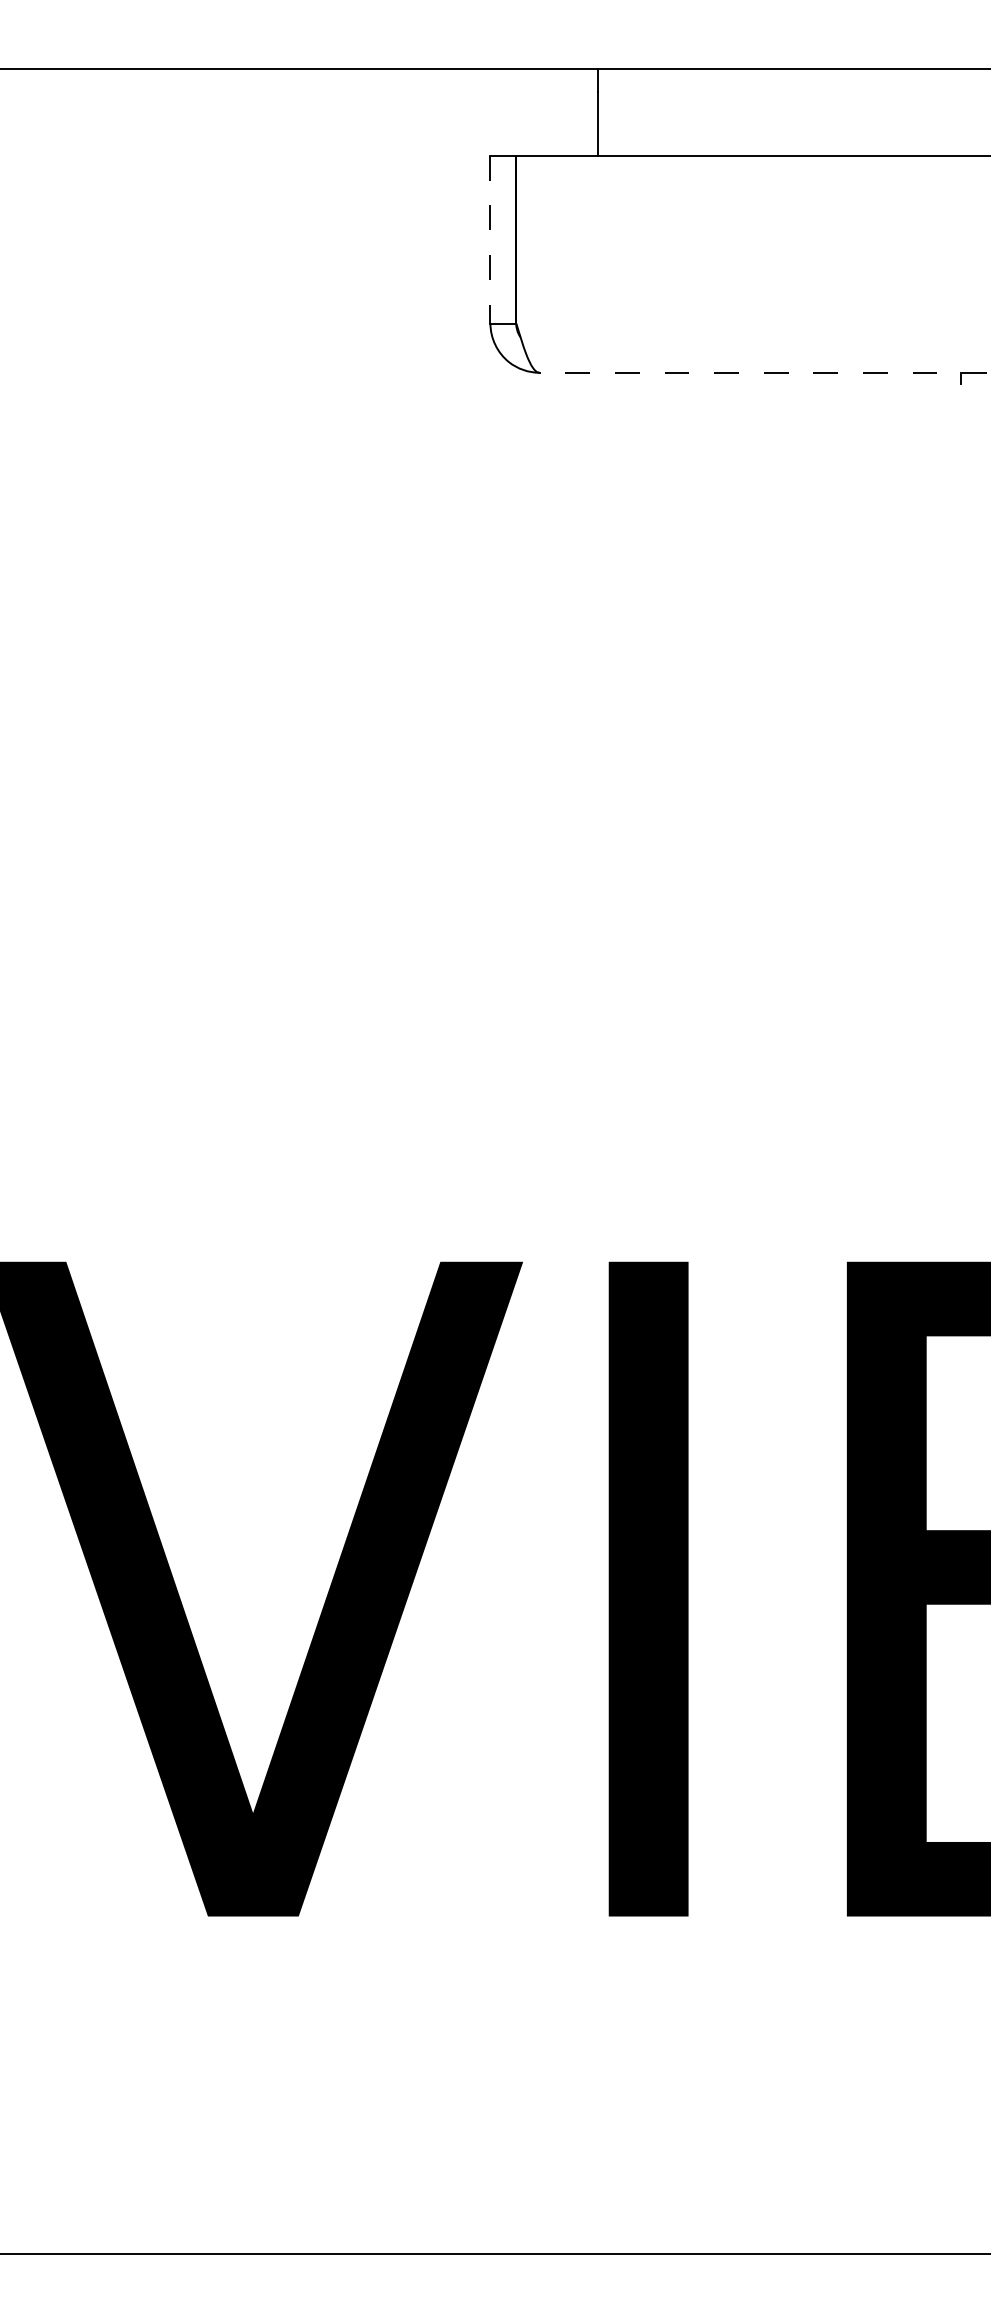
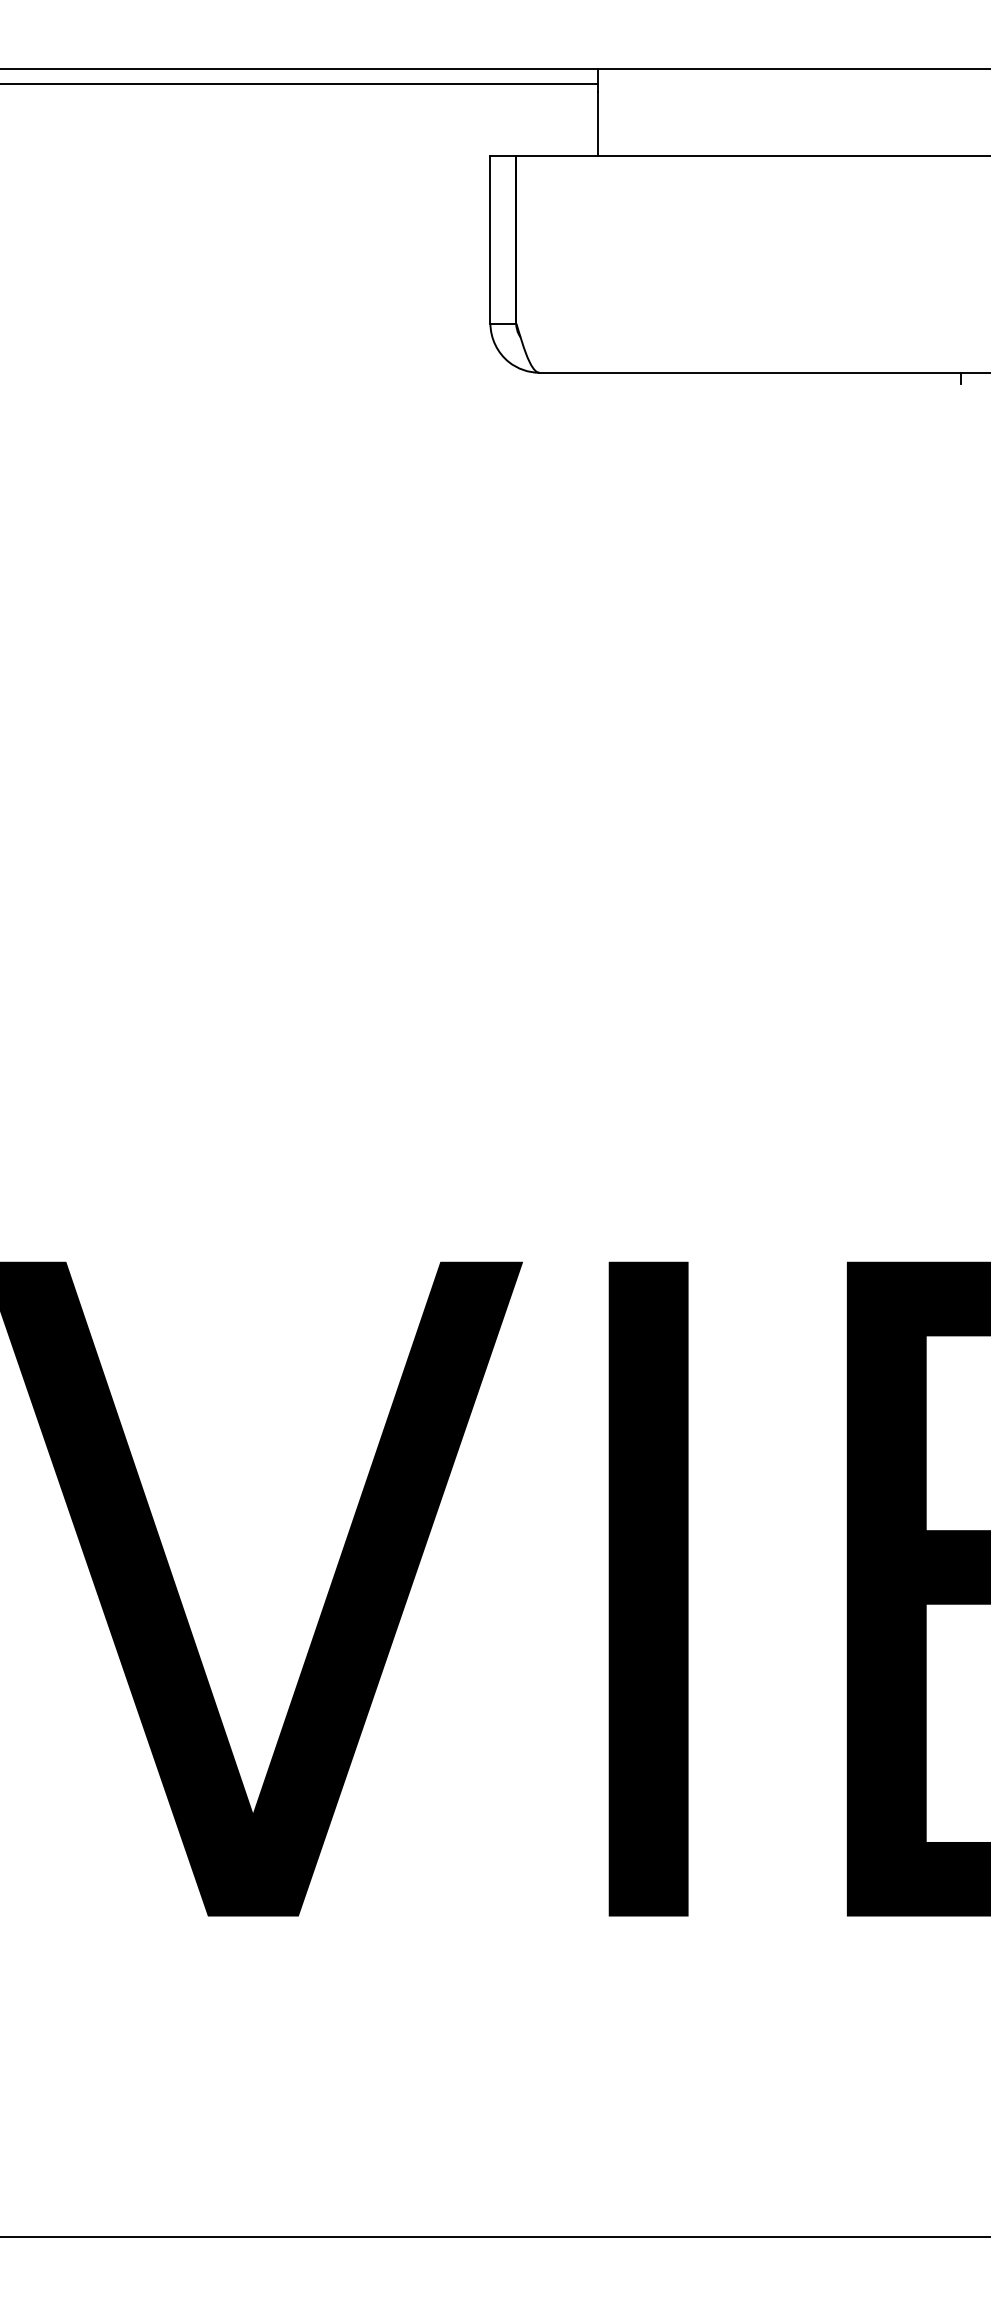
line at (299, 84): none -> present
line at (490, 239): dashed -> solid
line at (764, 372): dashed -> solid
line at (494, 2253) position: (494, 2253) -> (494, 2236)
